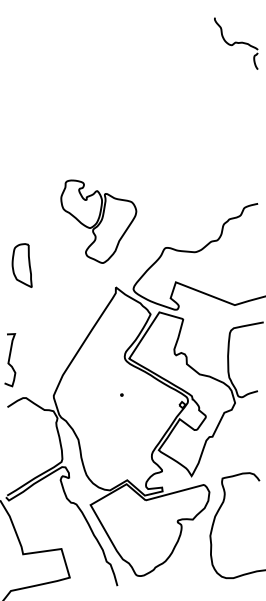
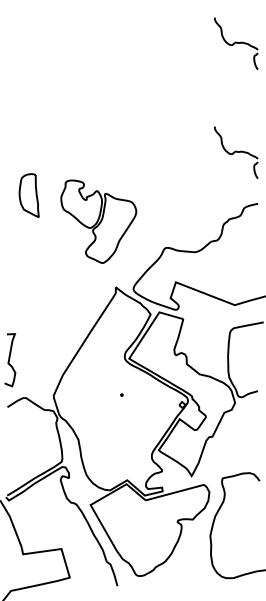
part at (236, 152): none -> present
part at (21, 265) position: (21, 265) -> (28, 195)
